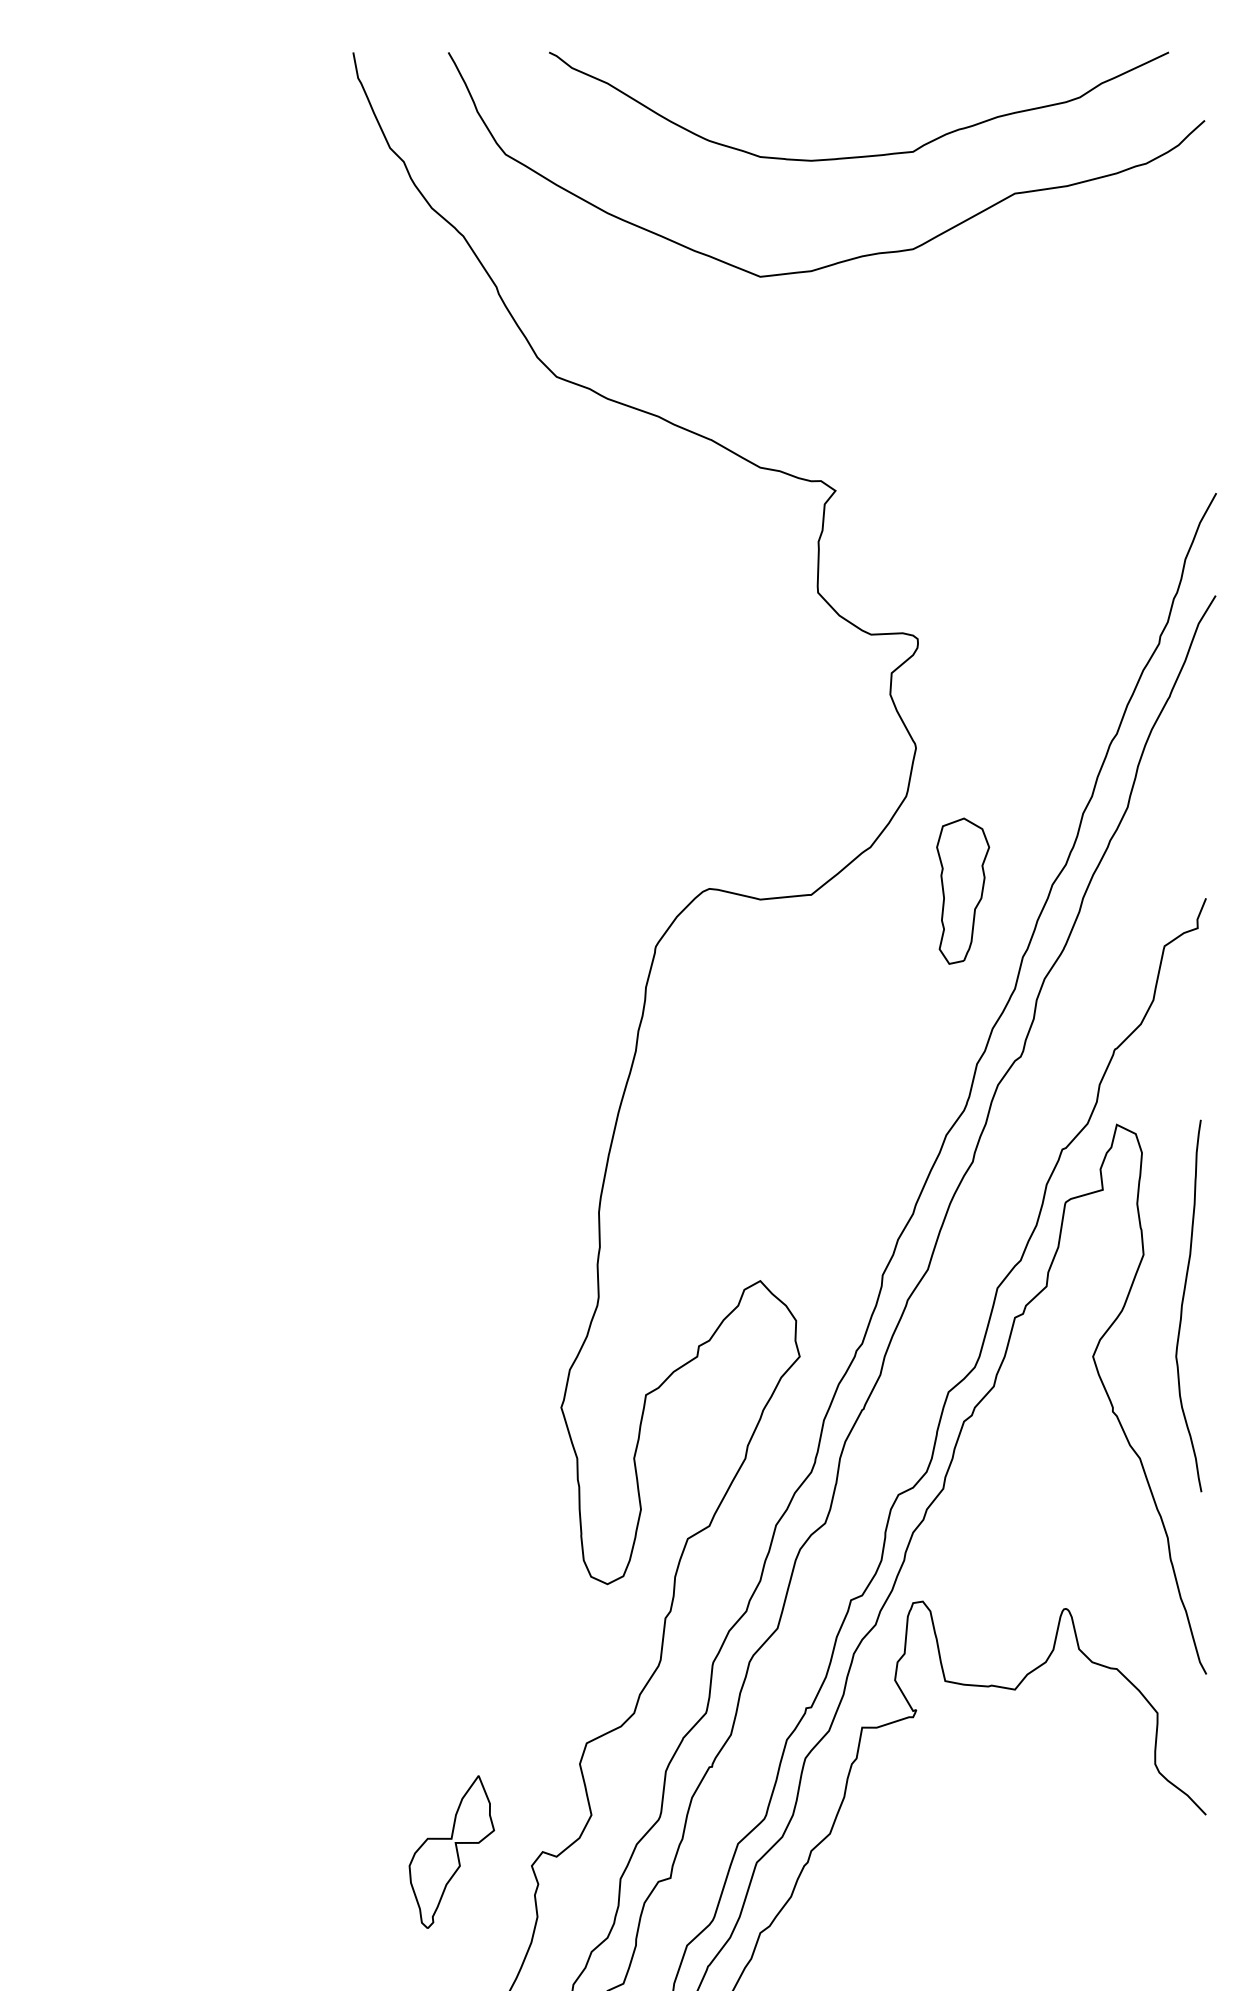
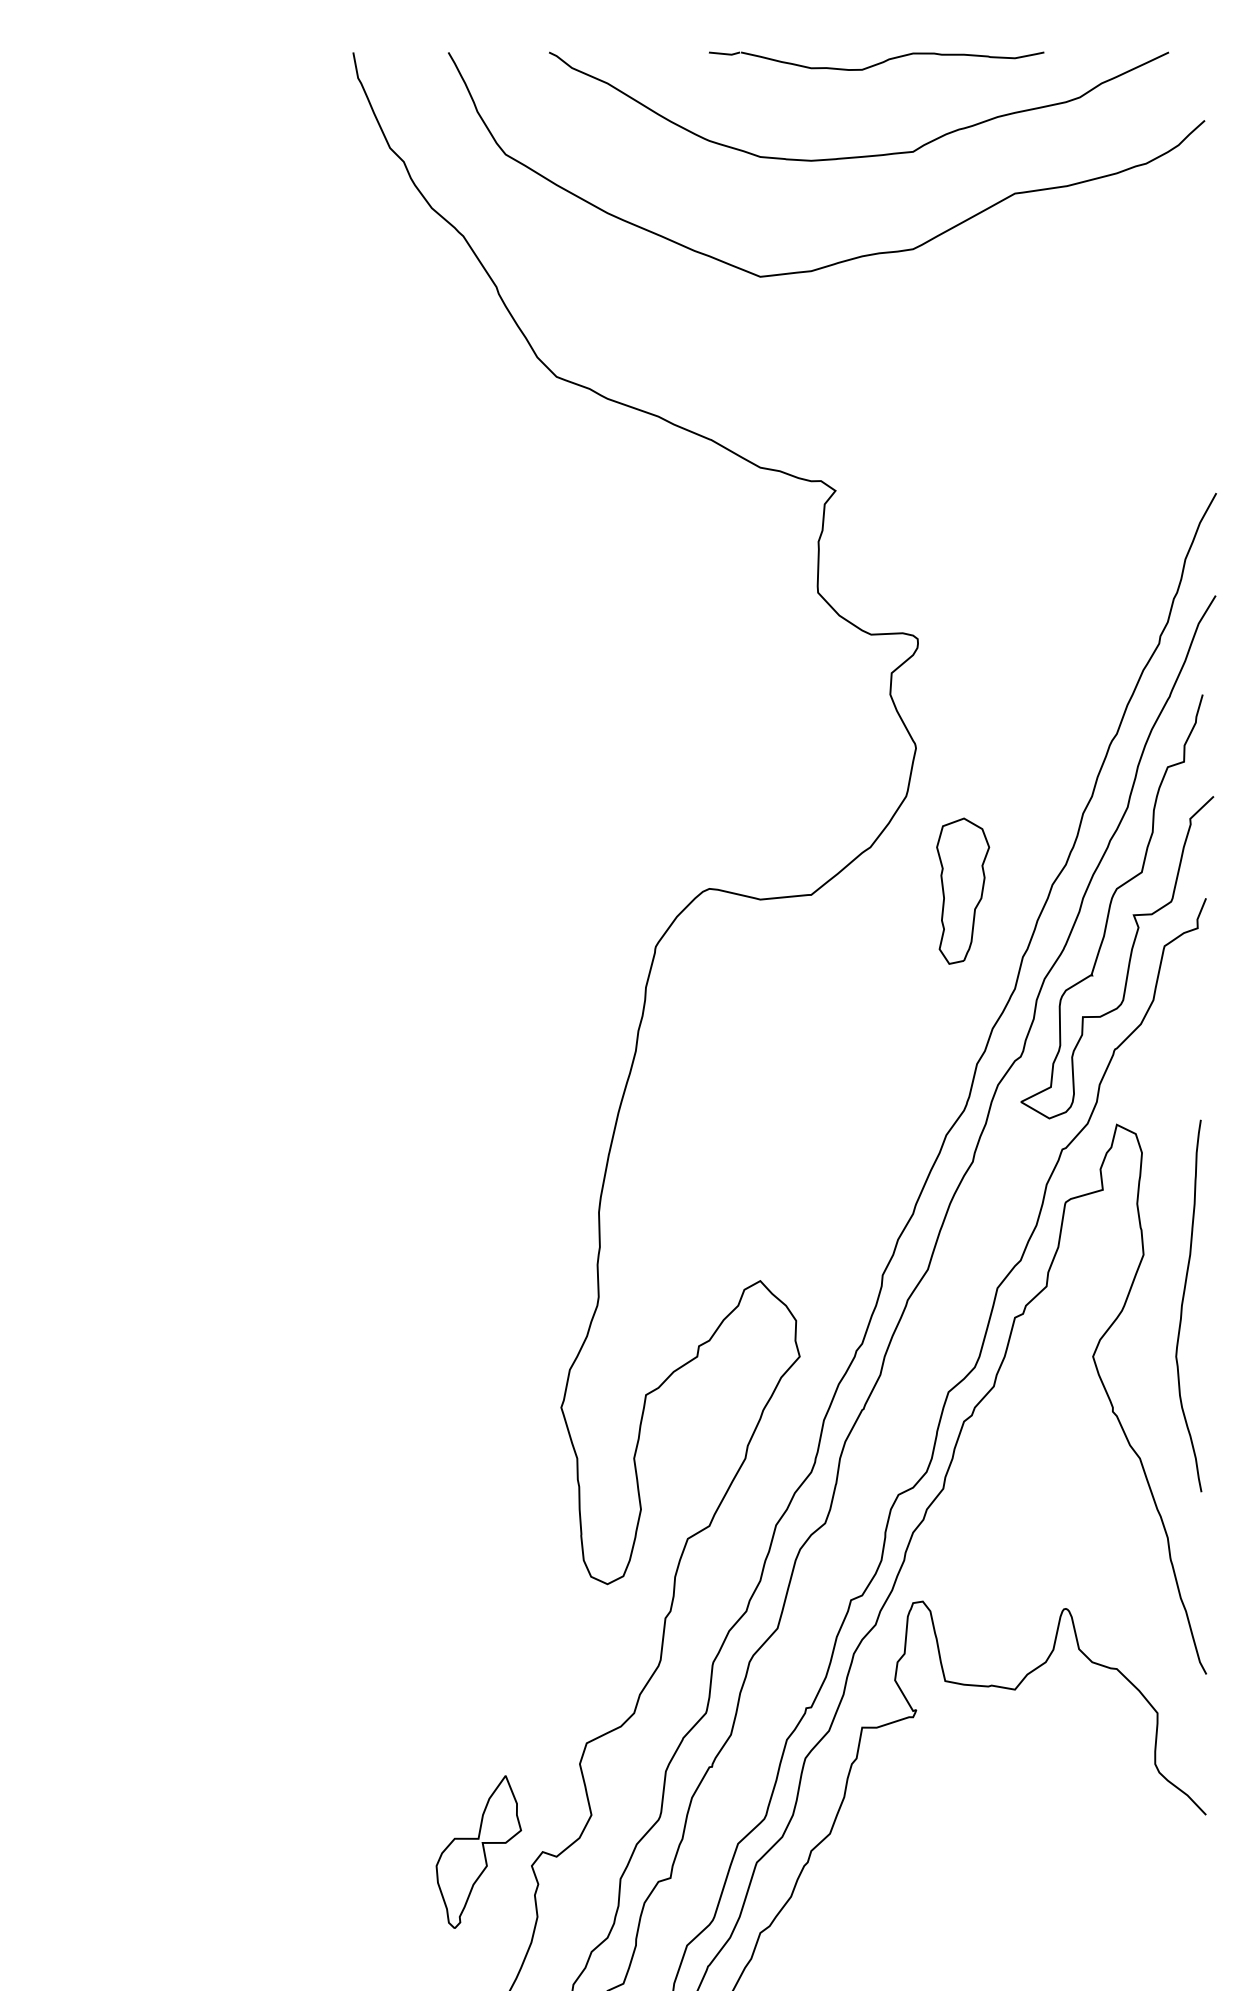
part at (876, 60): none -> present
curve at (1111, 904): none -> present
part at (451, 1851) position: (451, 1851) -> (478, 1851)
